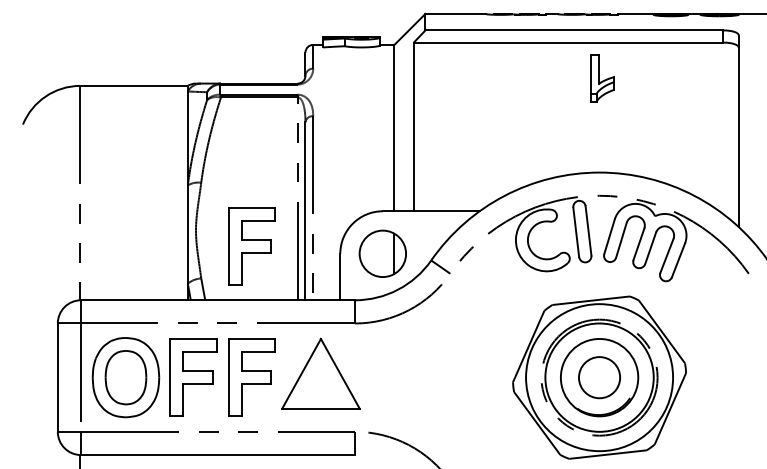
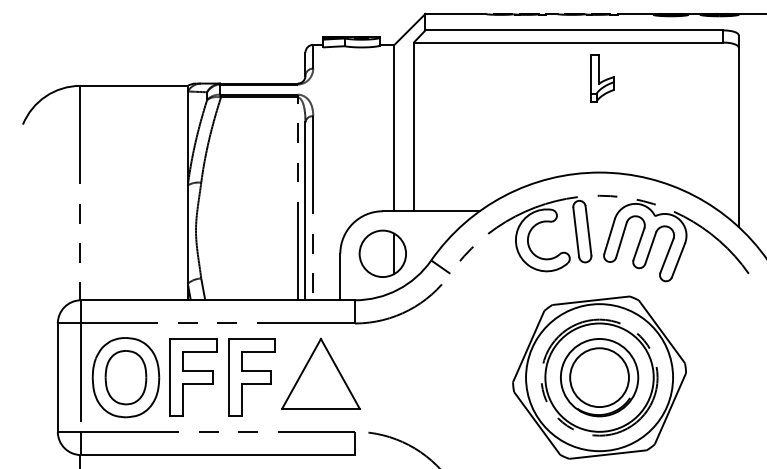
part at (251, 246): present -> none
circle at (599, 377) diameter: 41 px -> 59 px
